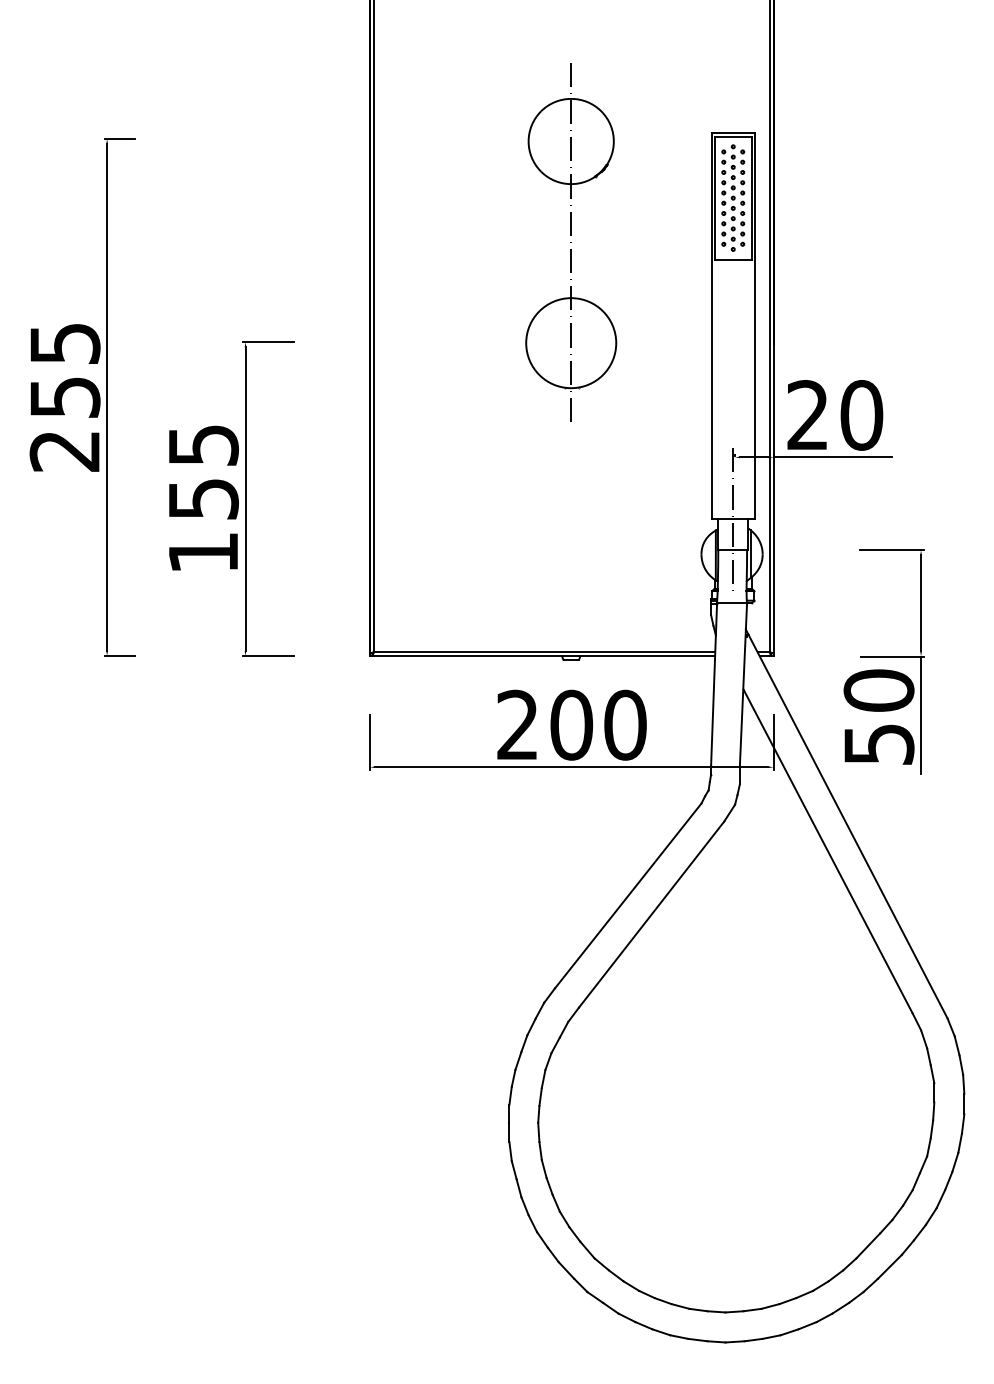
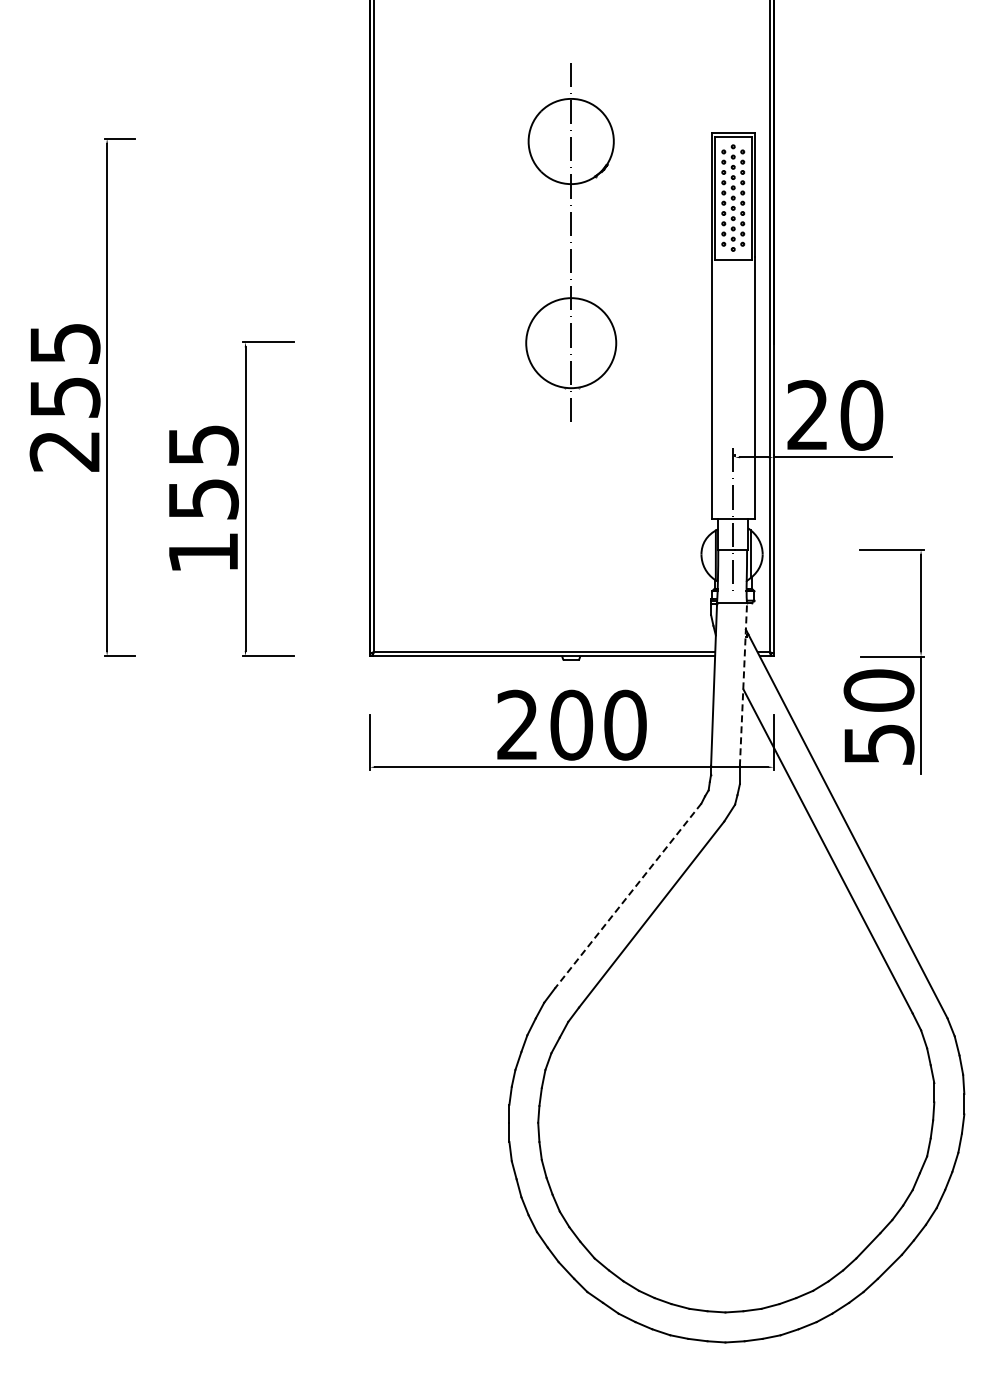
line at (743, 684): solid -> dashed
line at (628, 895): solid -> dashed
